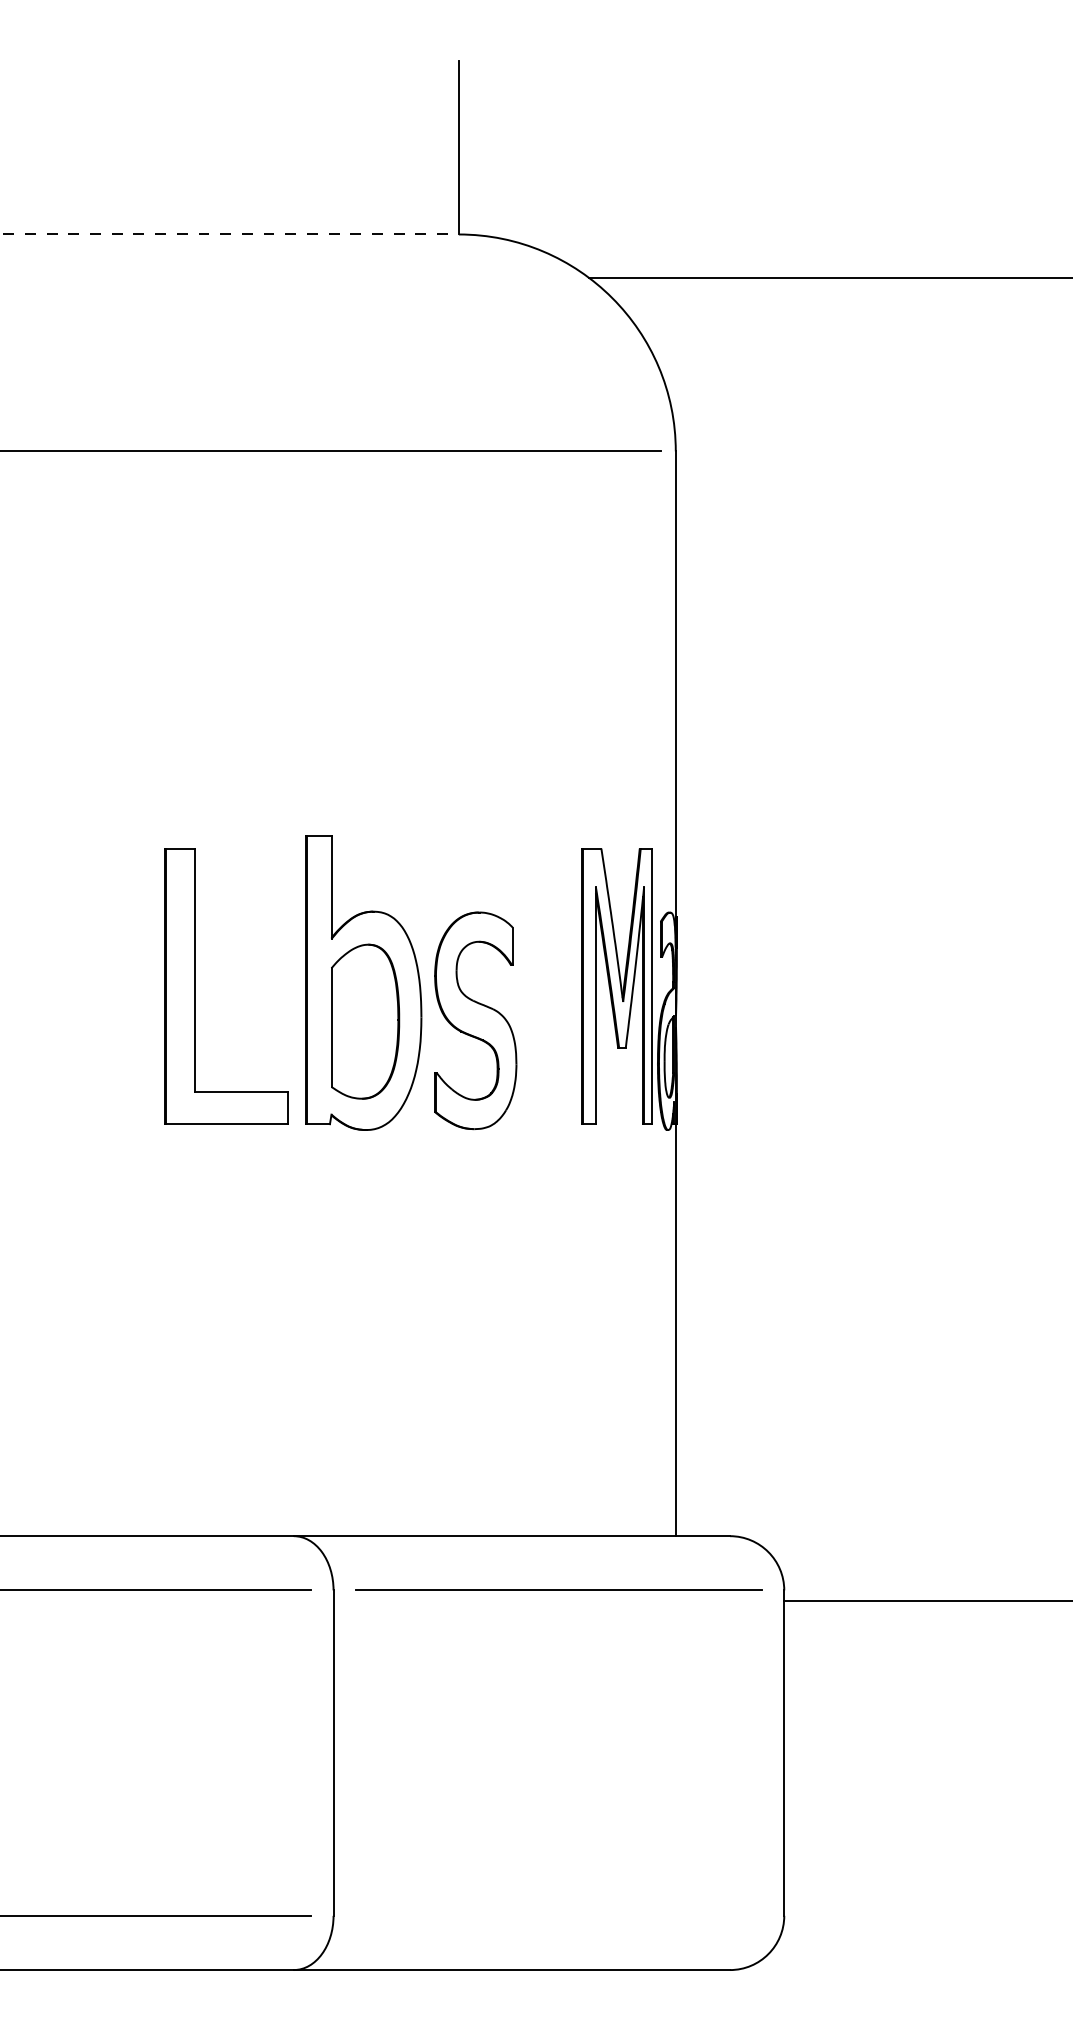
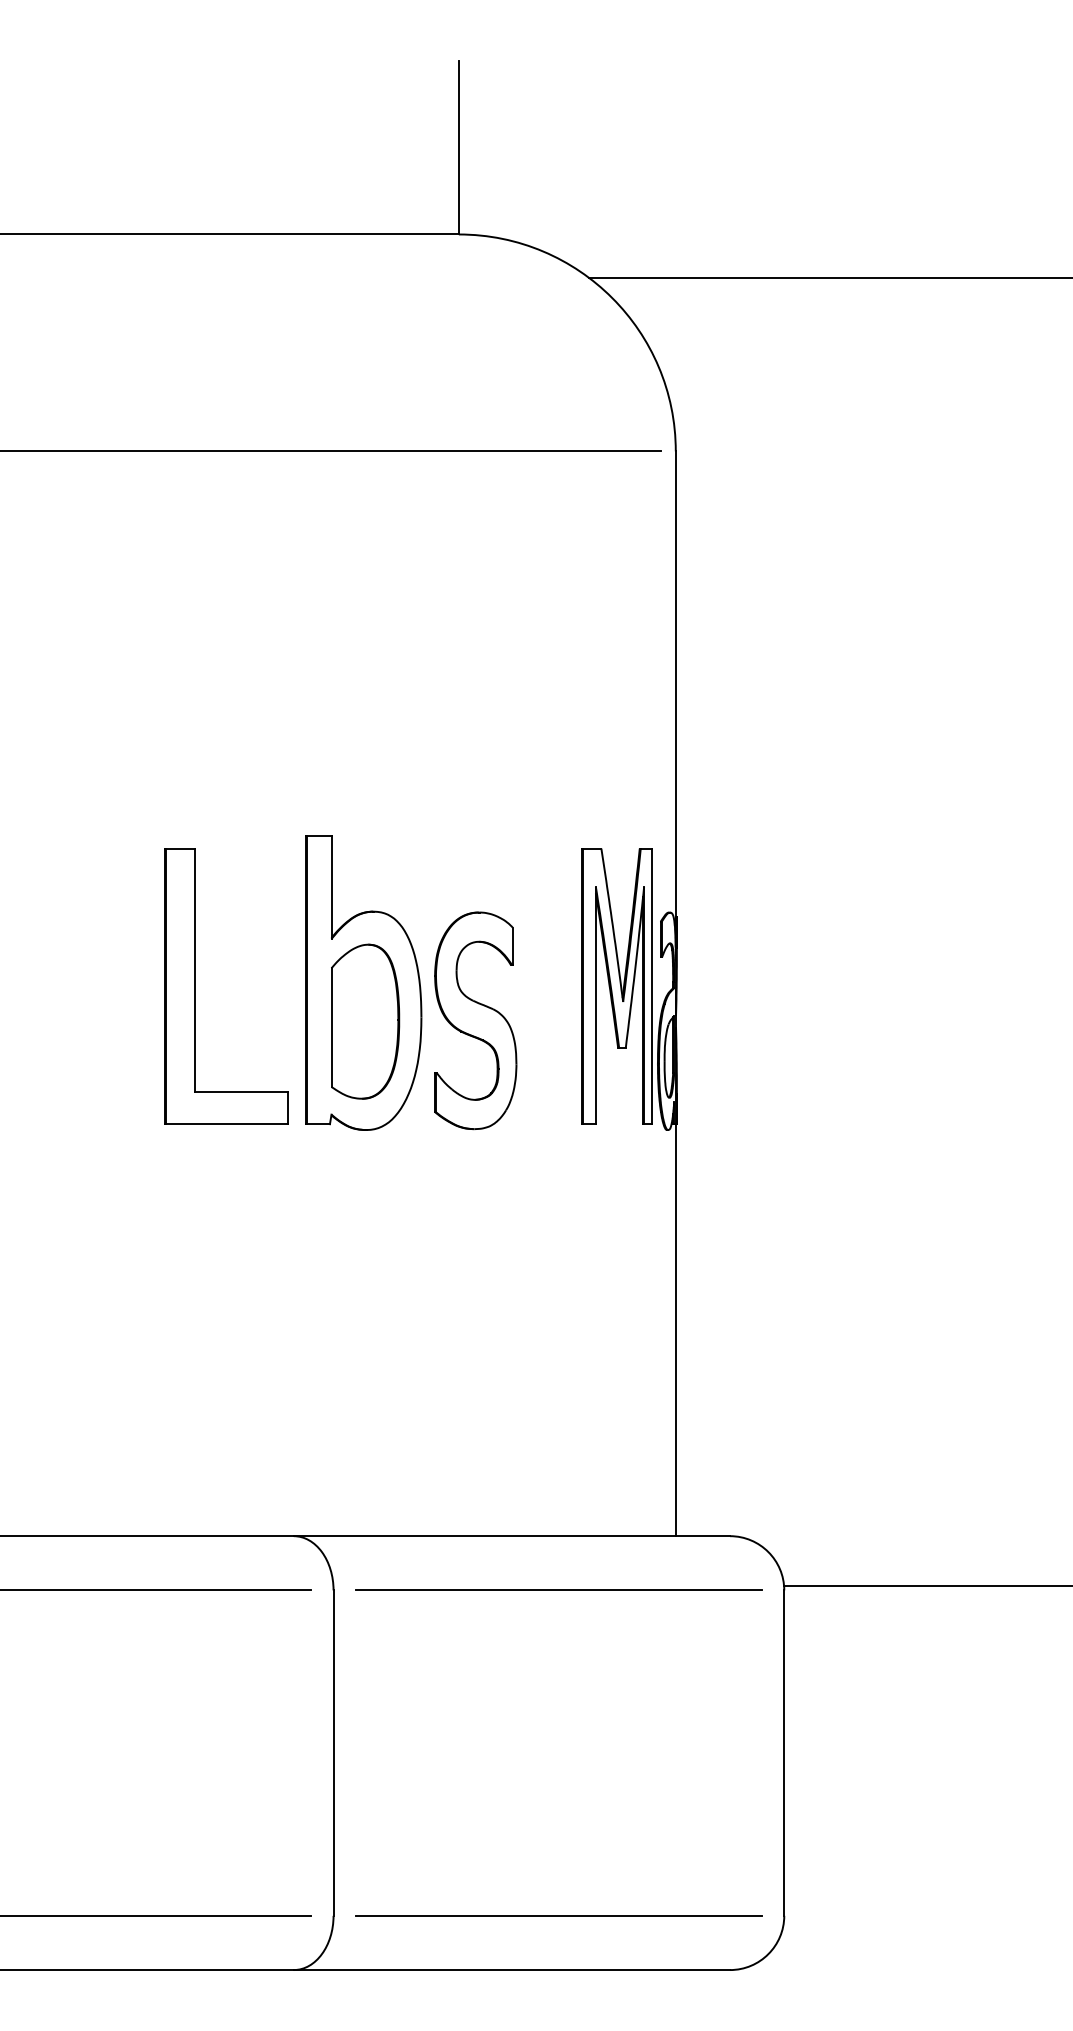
line at (229, 234): dashed -> solid
line at (926, 1601) position: (926, 1601) -> (926, 1586)
line at (558, 1915): none -> present
